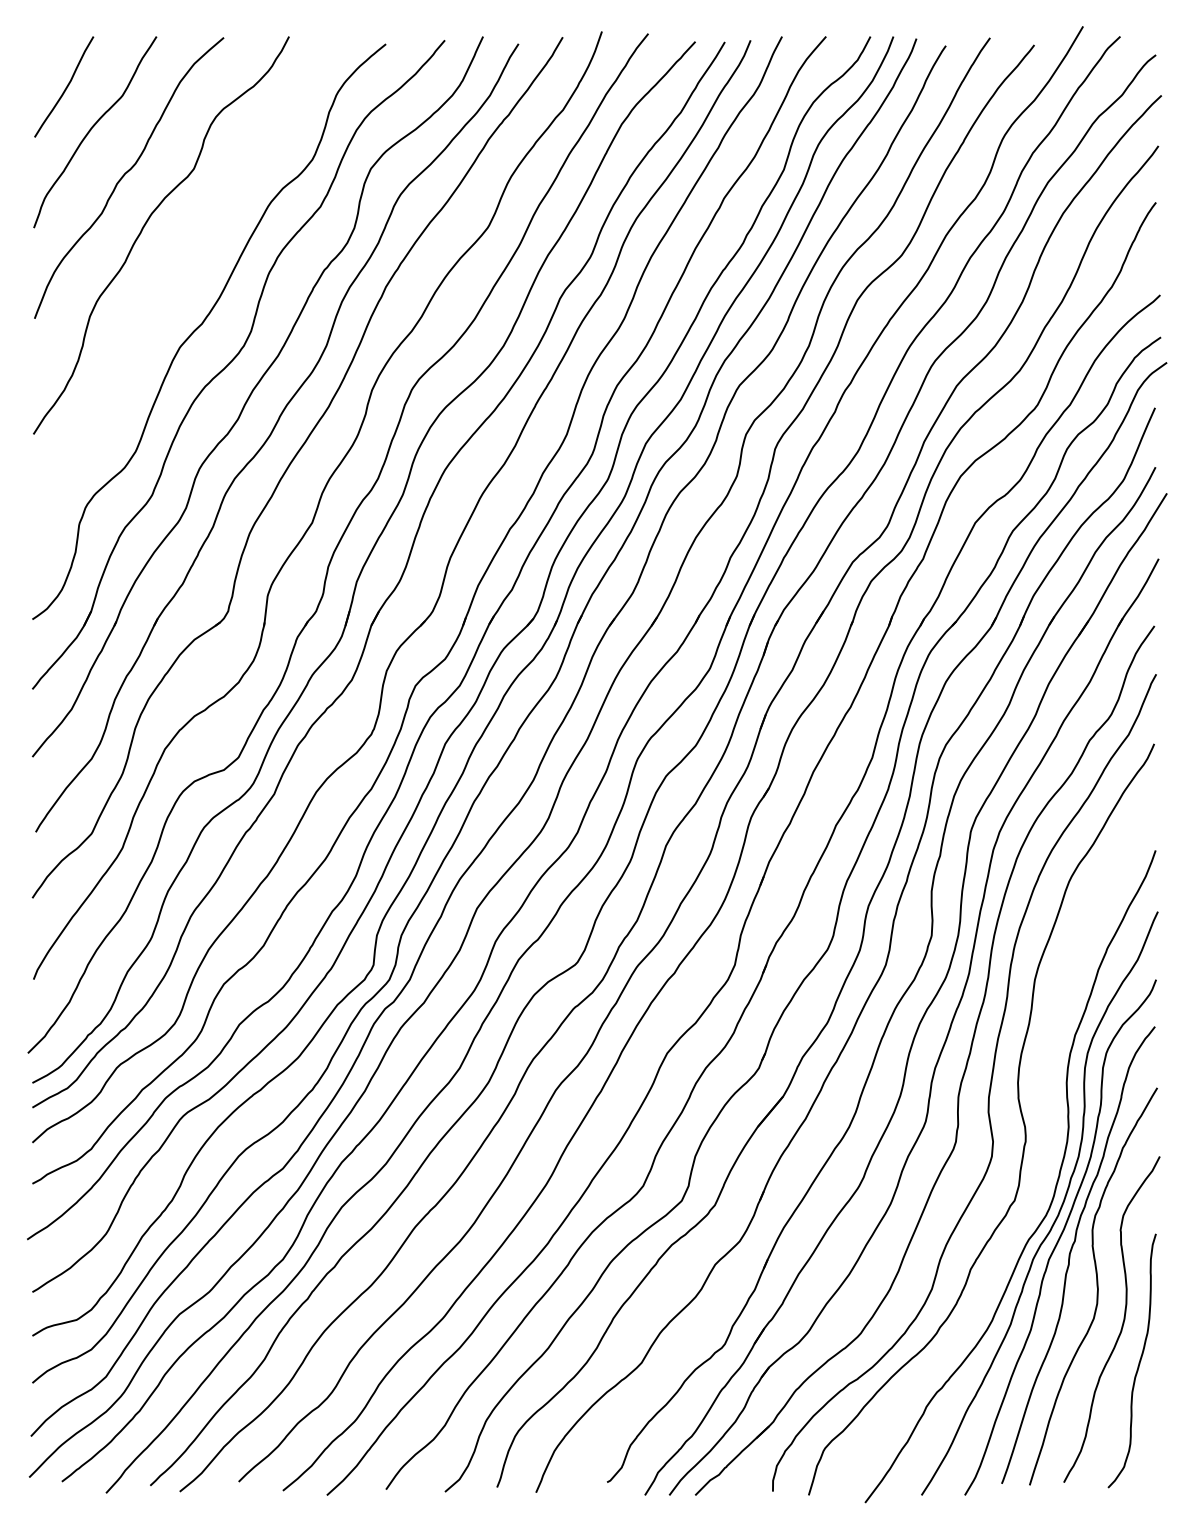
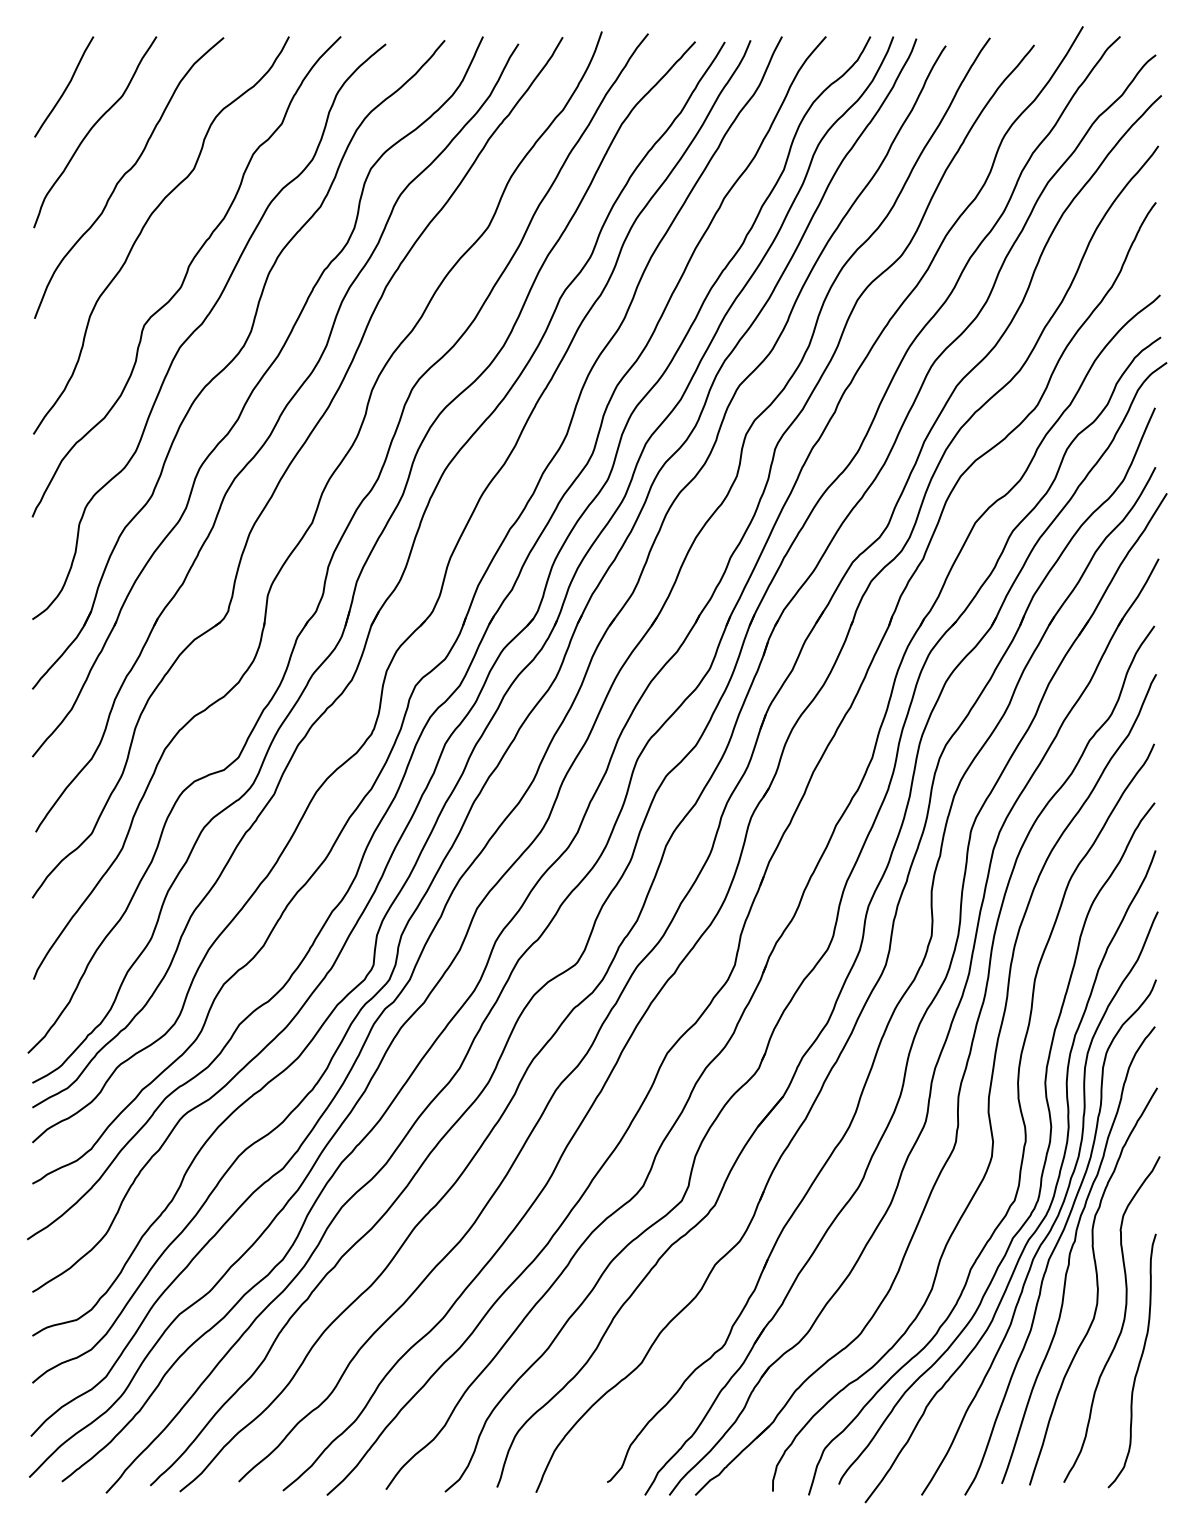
curve at (186, 276): none -> present
curve at (1045, 1154): none -> present
